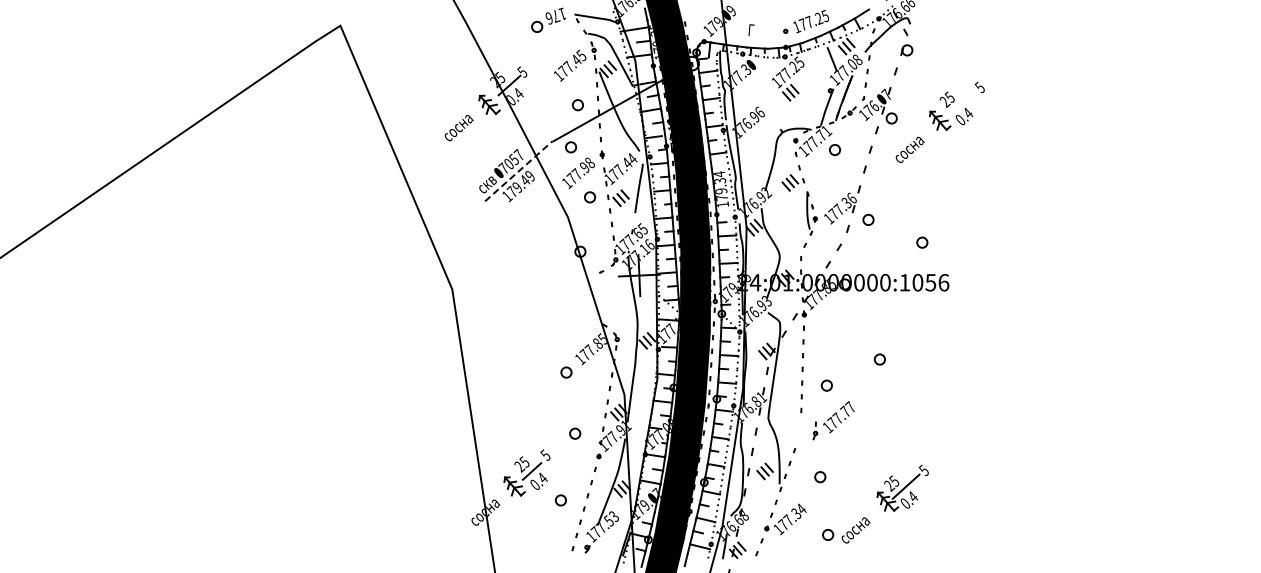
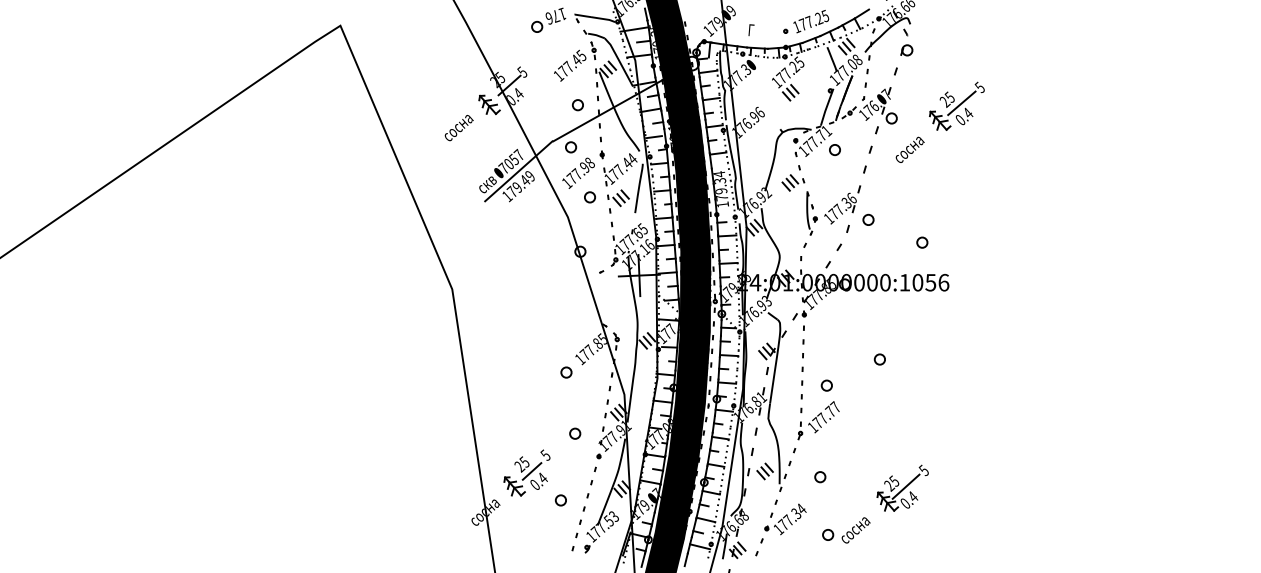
line at (961, 103): none -> present
line at (519, 171): dashed -> solid
part at (833, 420) position: (833, 420) -> (818, 420)
